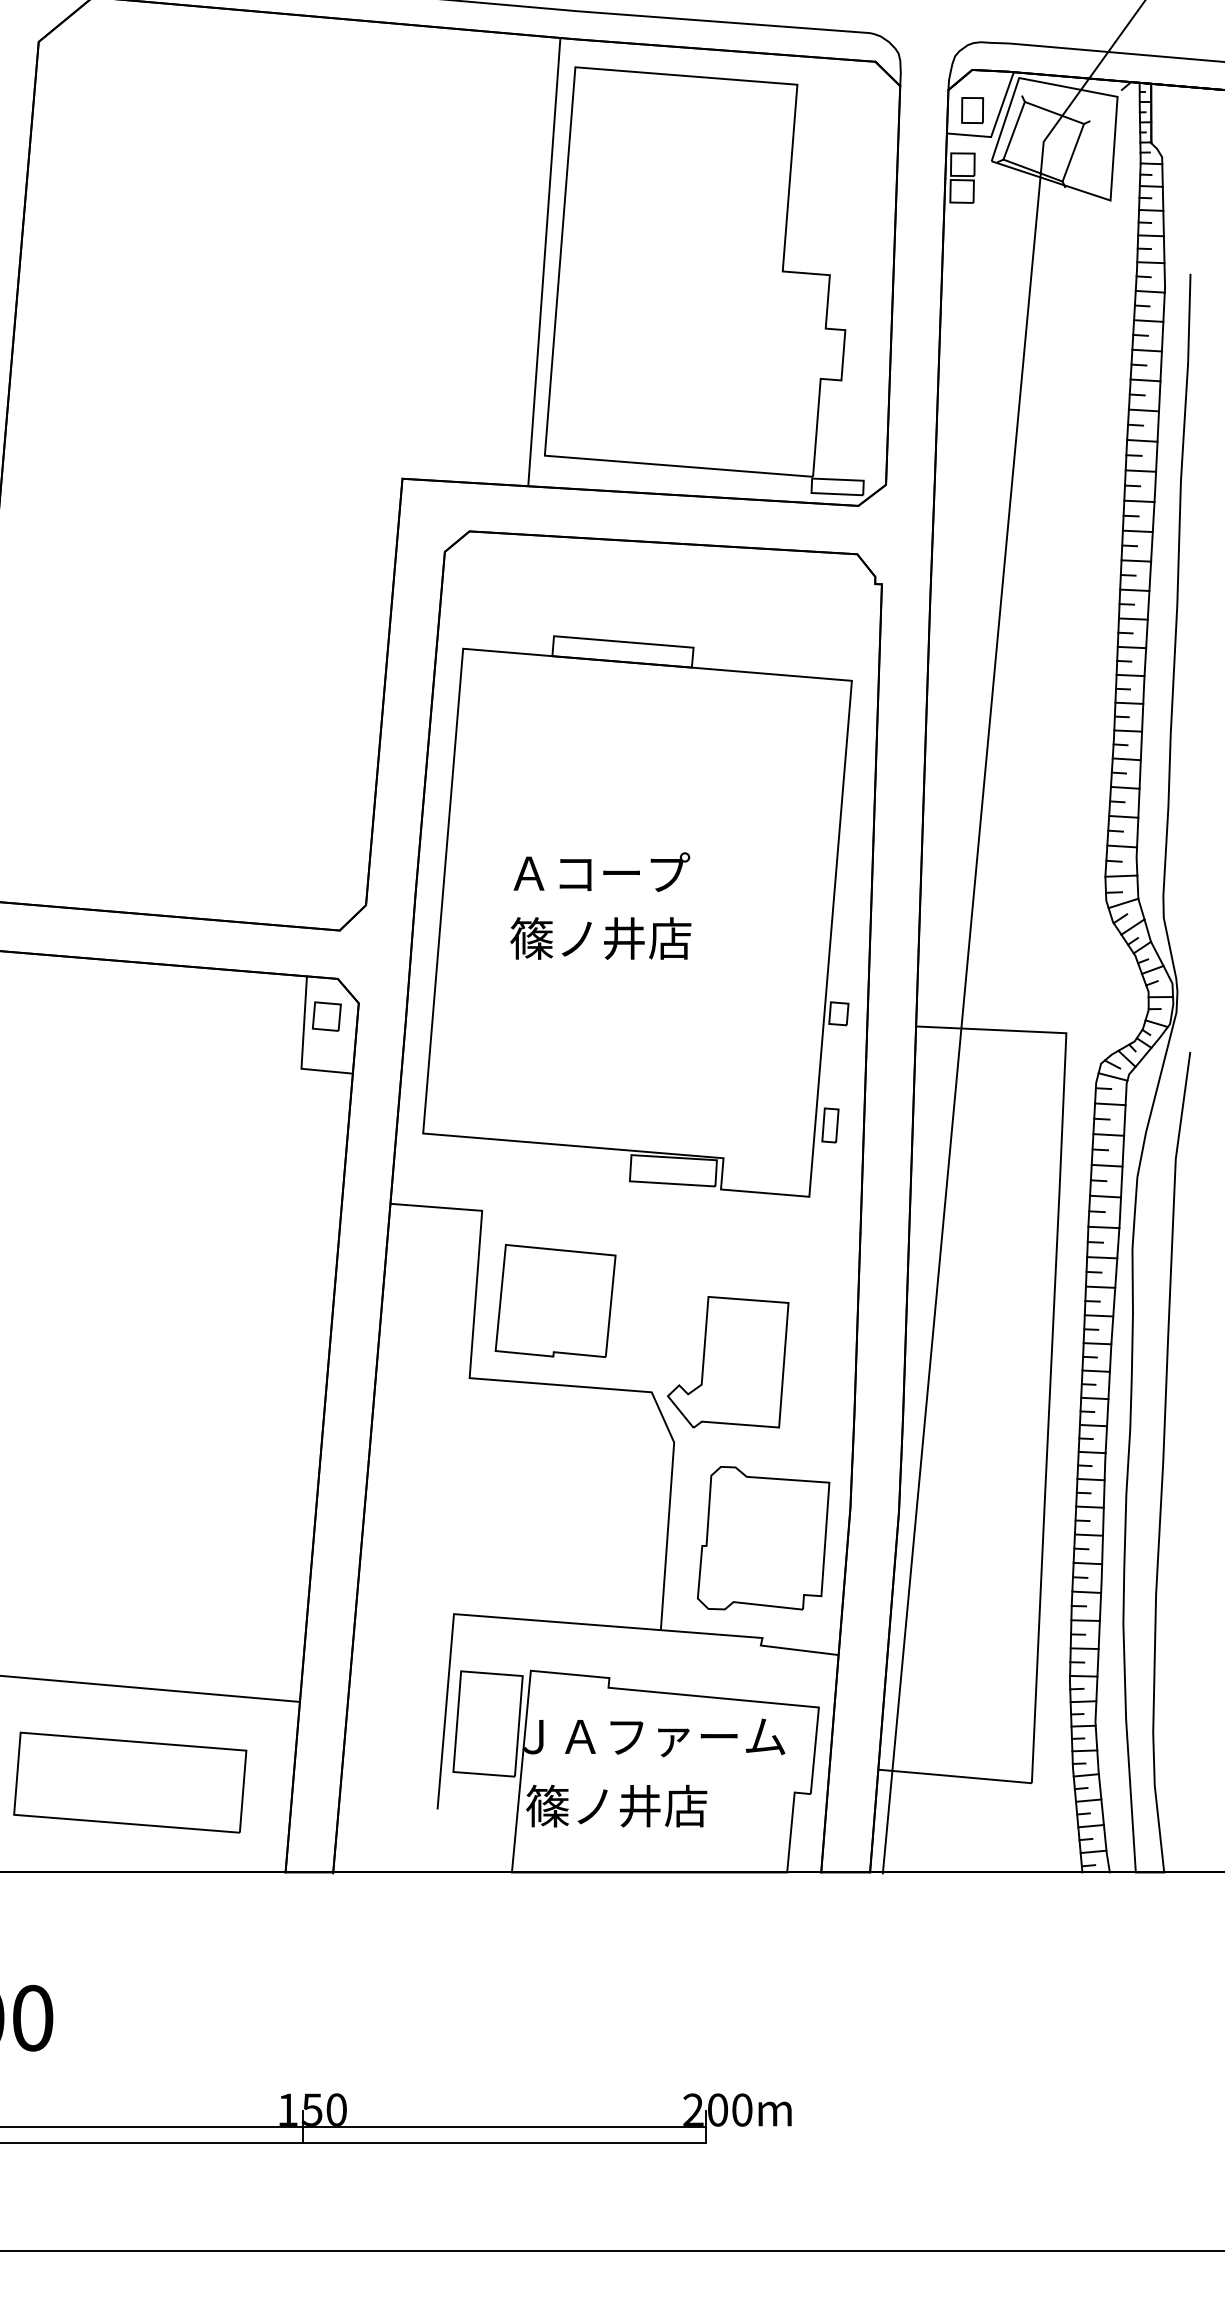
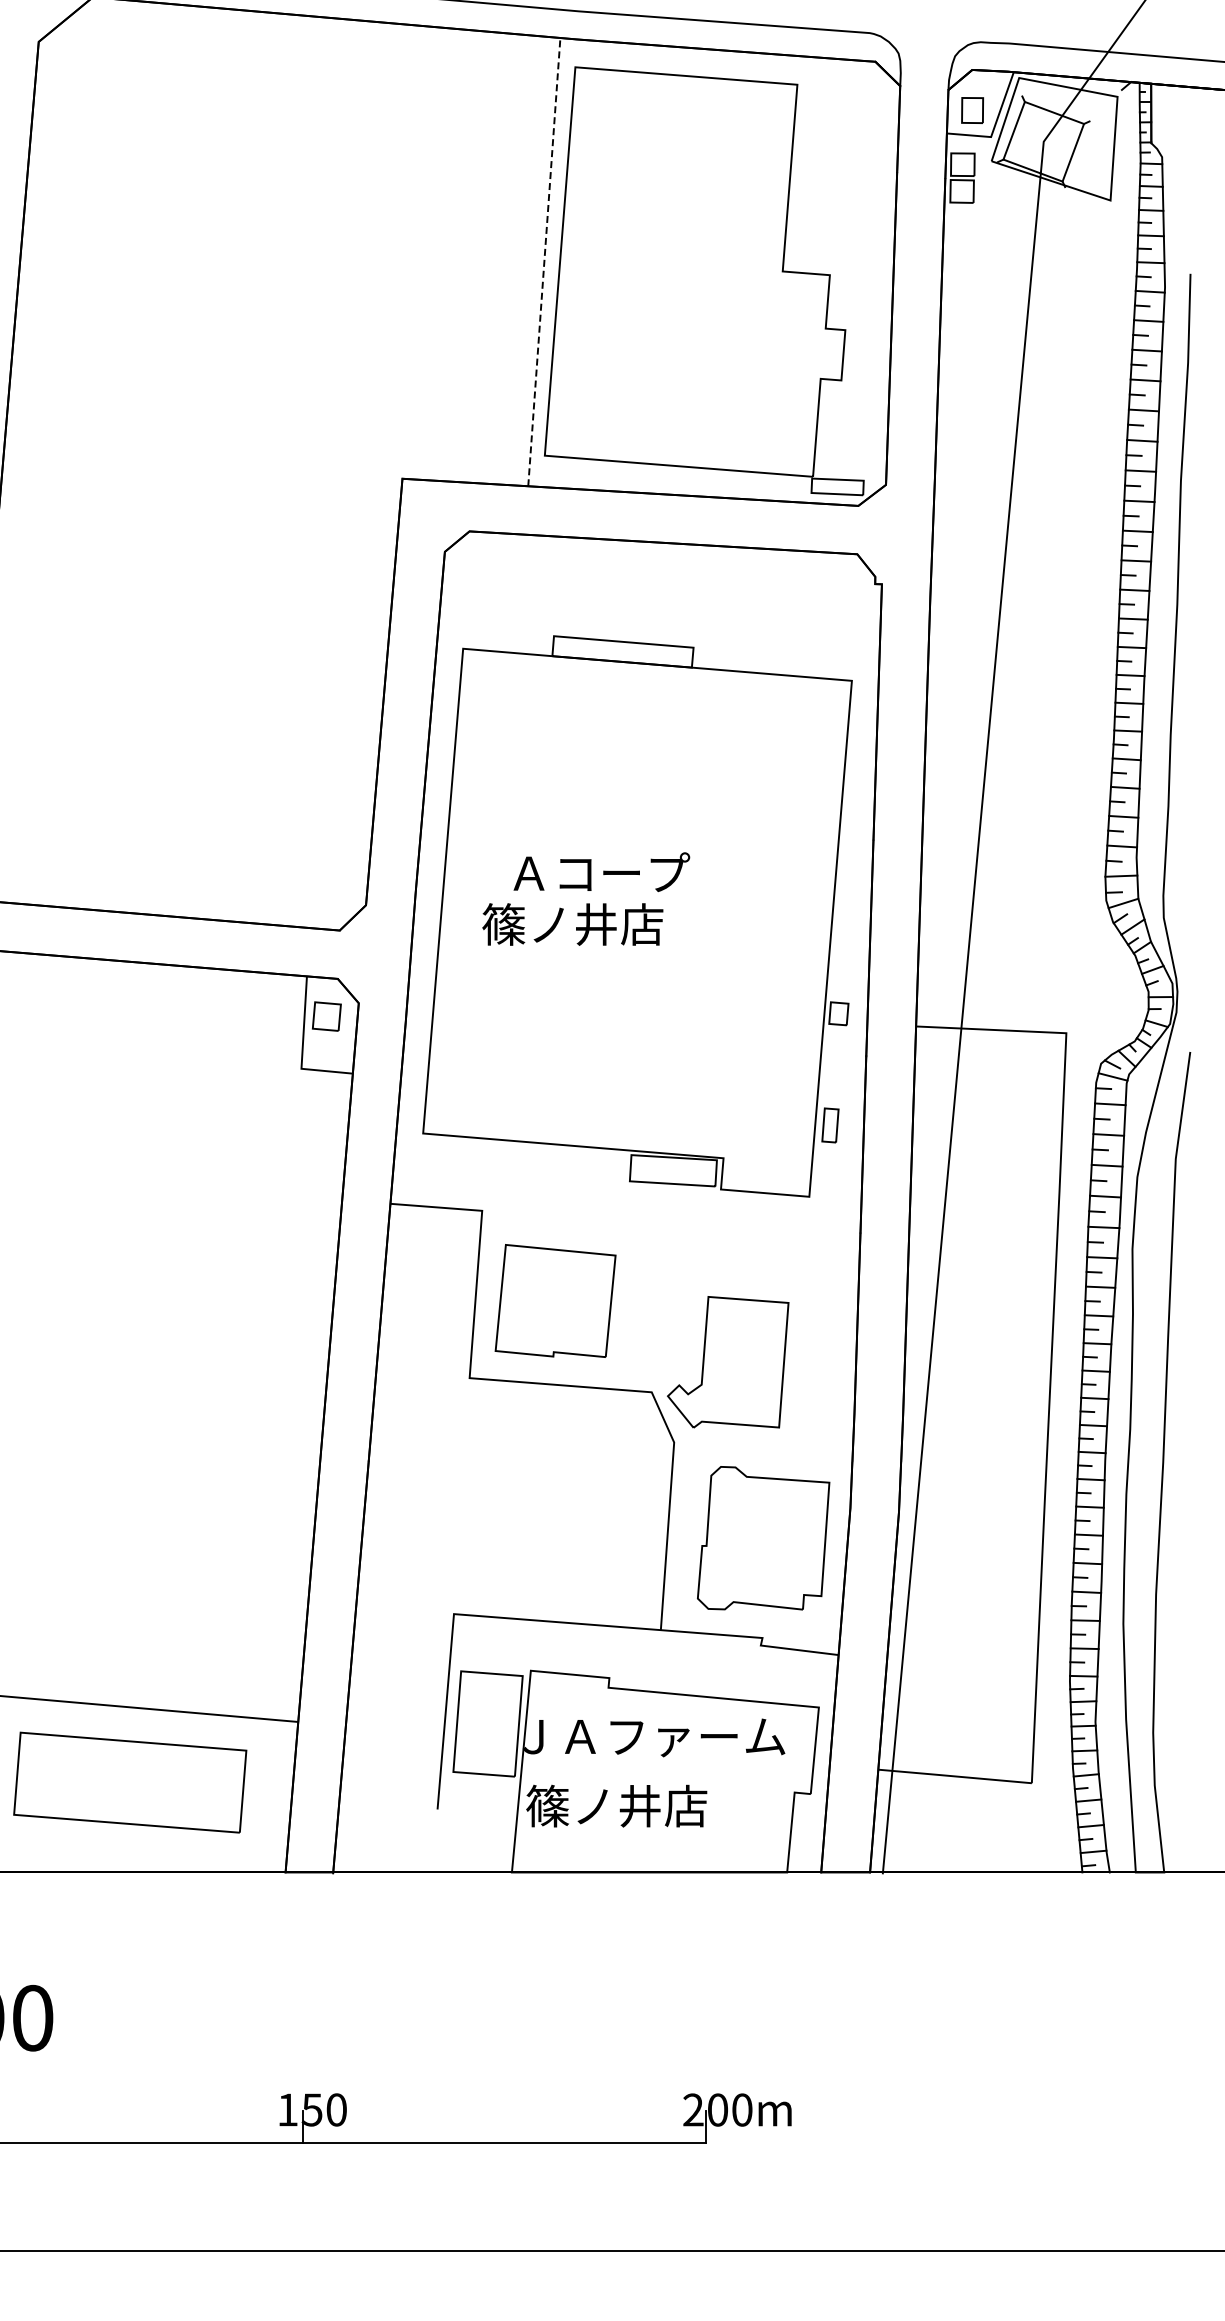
line at (544, 261): solid -> dashed
text at (600, 938) position: (600, 938) -> (572, 924)
line at (151, 1688) position: (151, 1688) -> (150, 1708)
line at (353, 2127): present -> none
